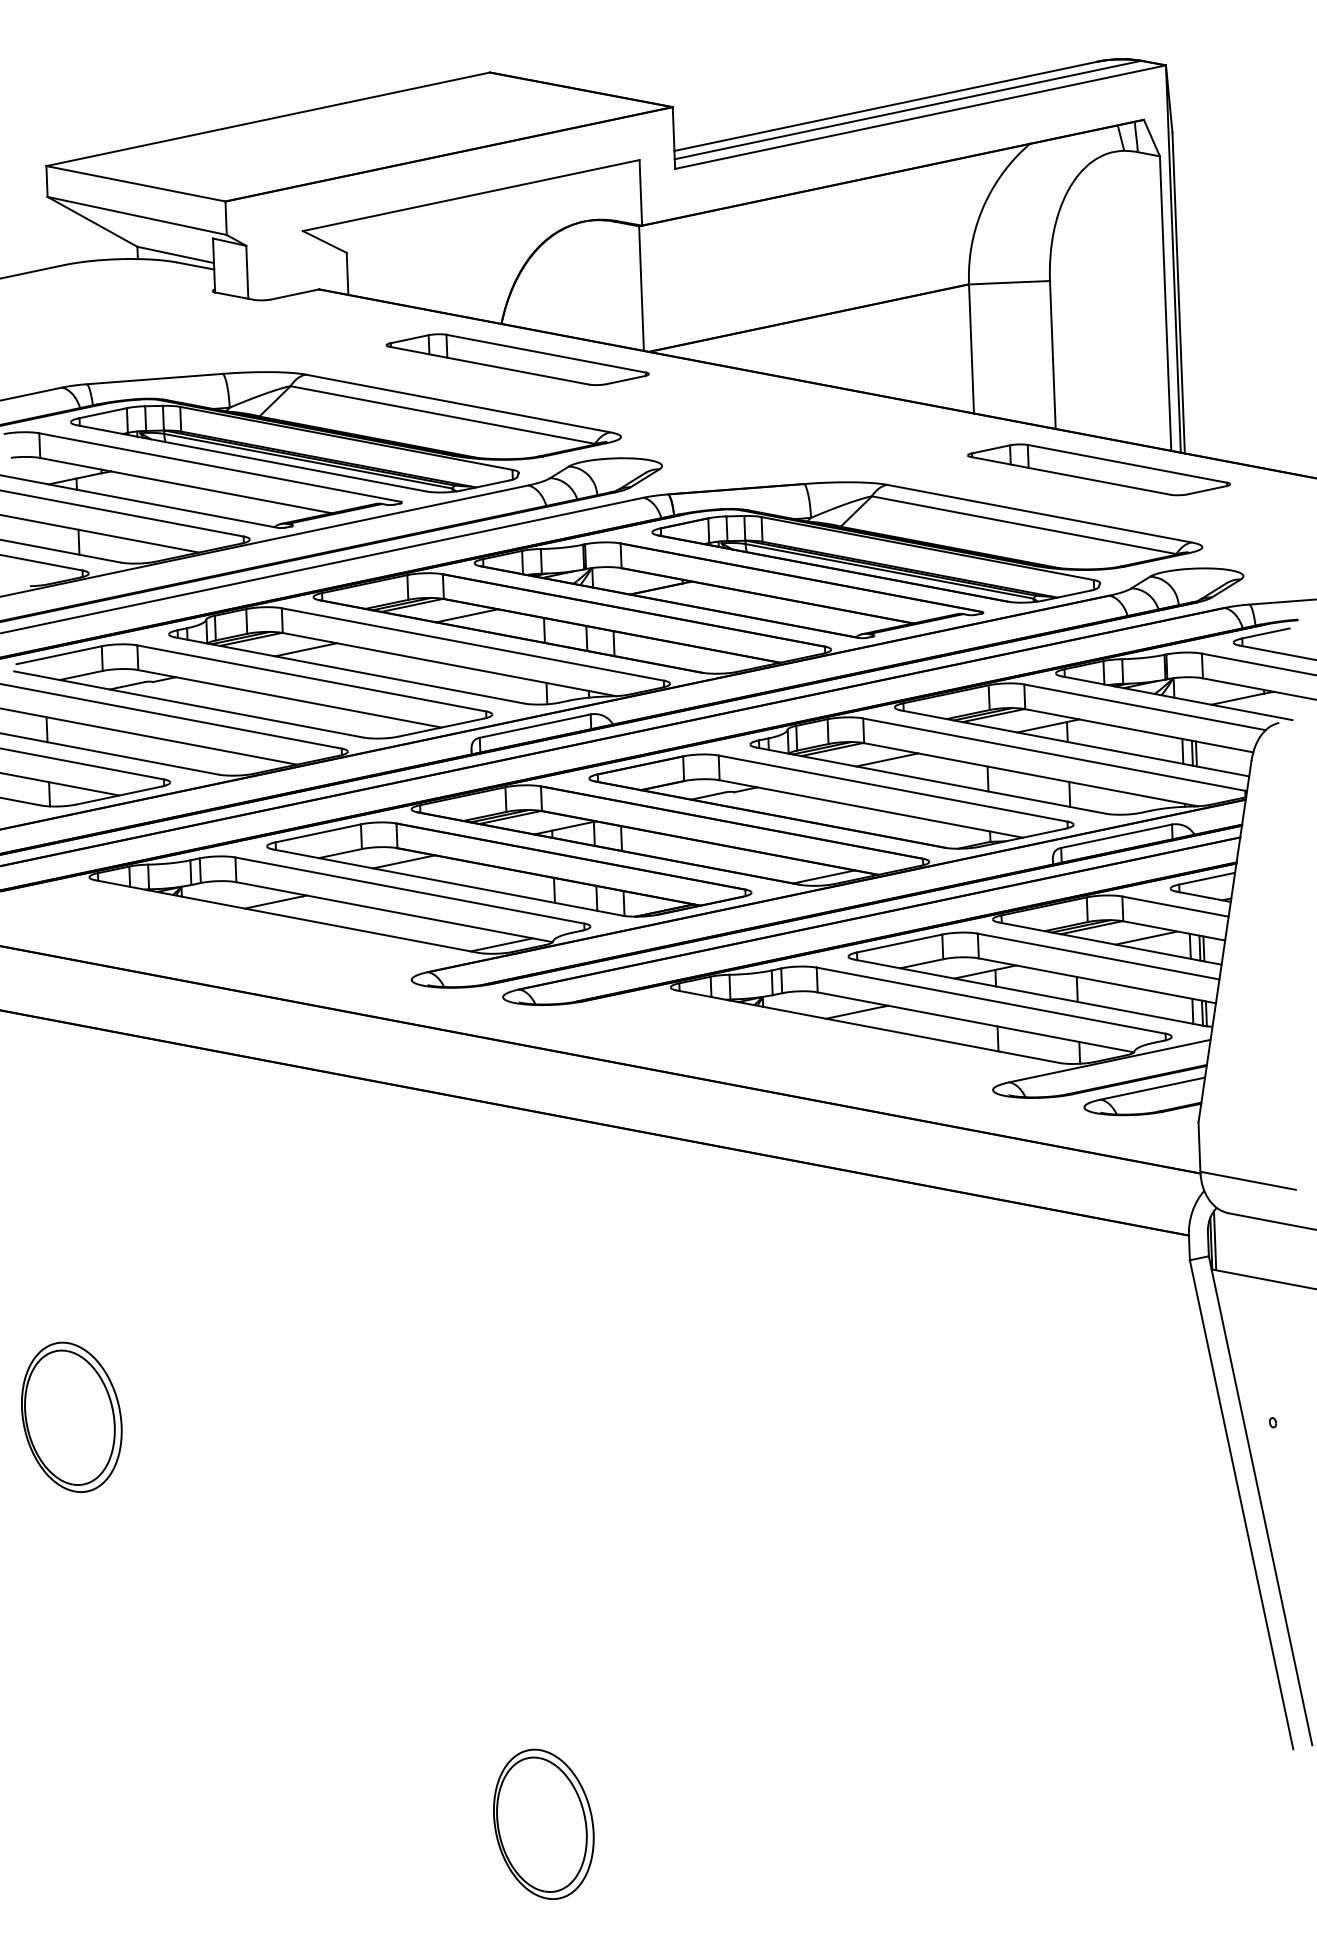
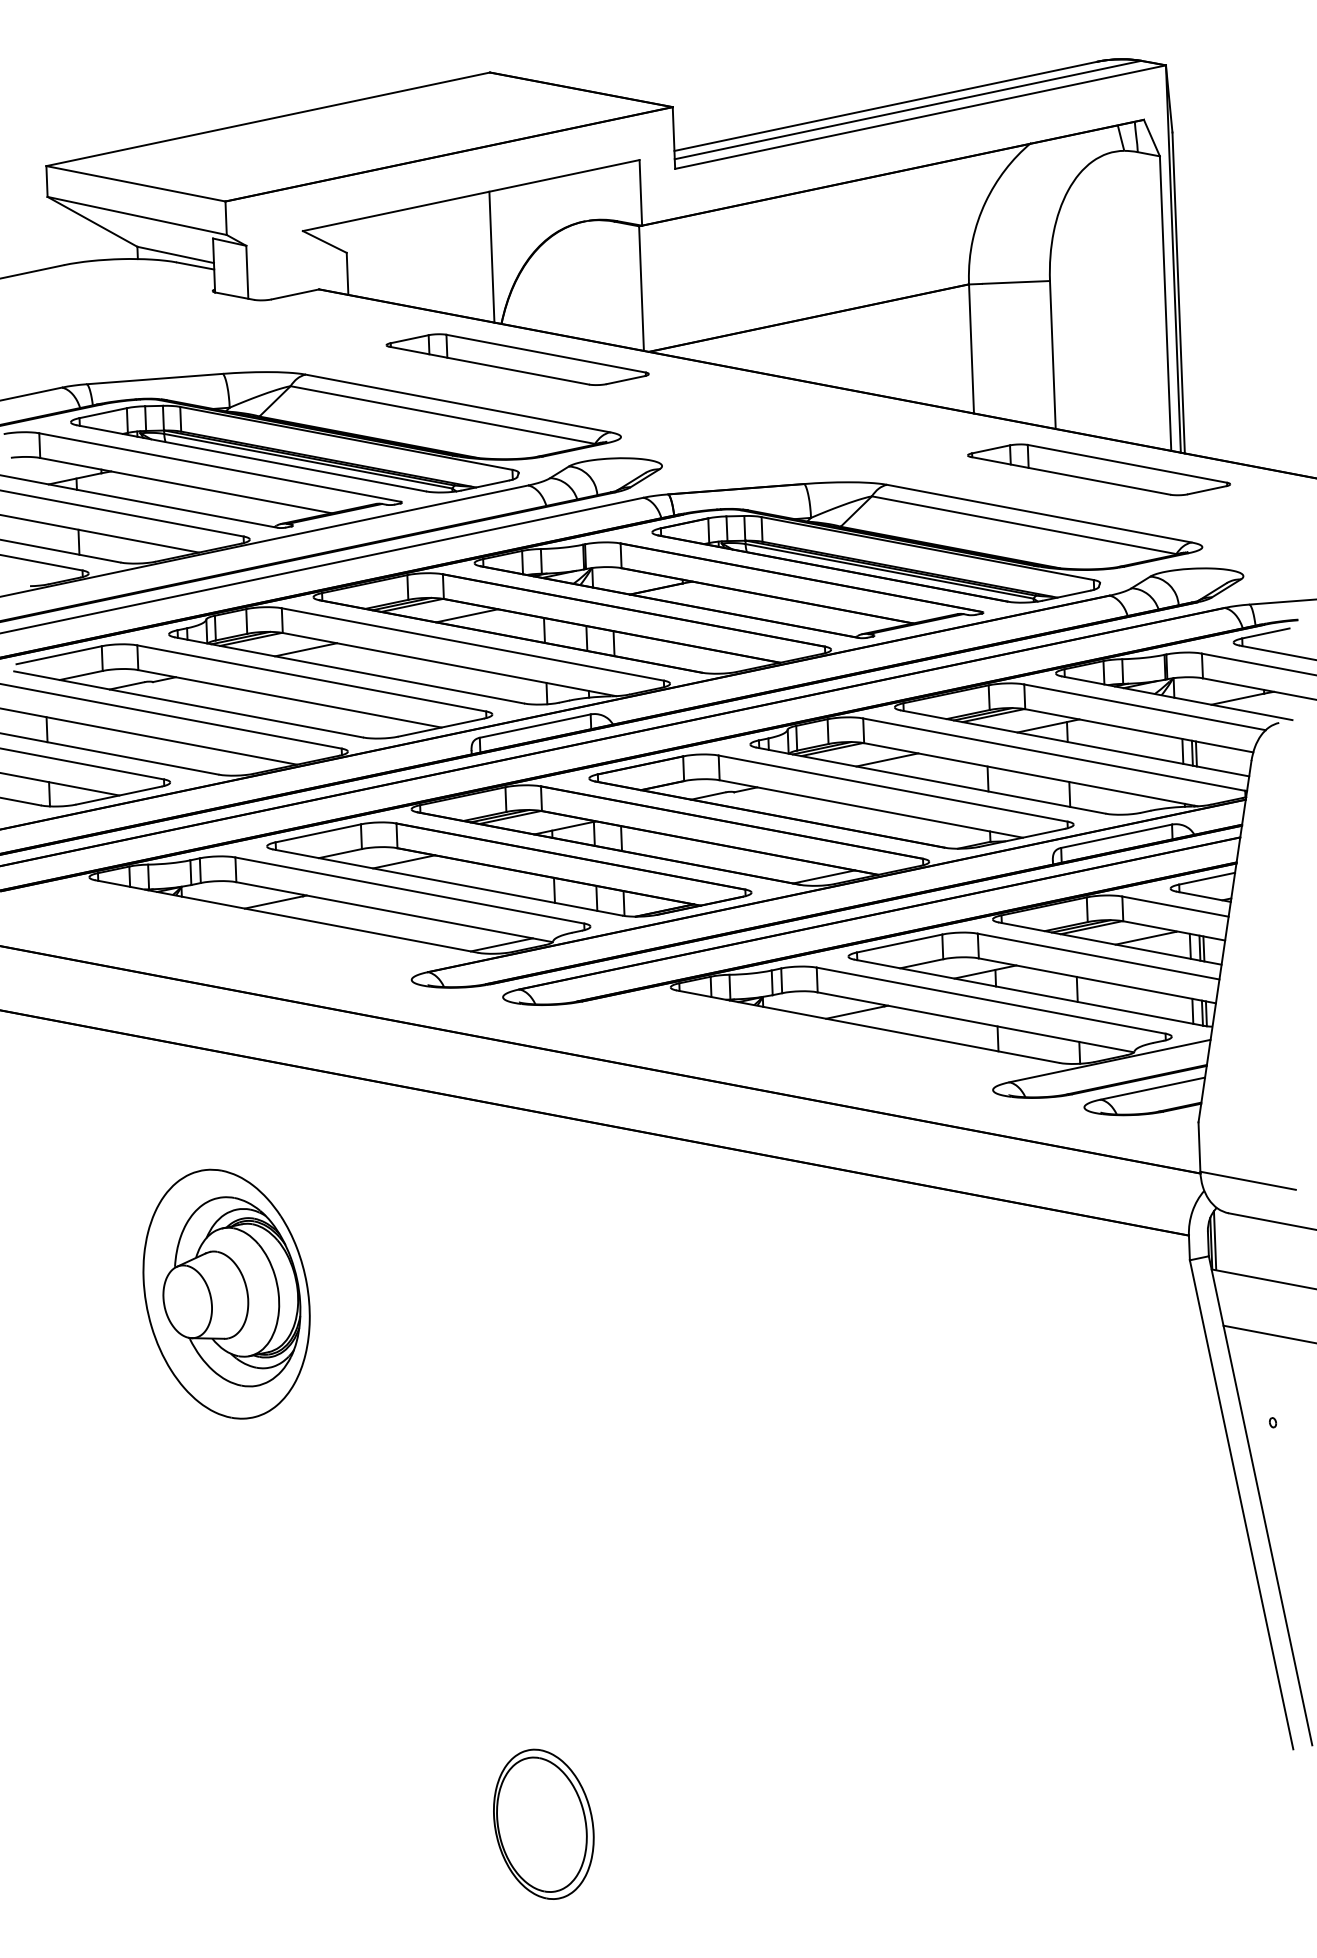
line at (491, 256): none -> present
part at (226, 1293): none -> present
line at (1268, 1333): none -> present
part at (71, 1416): present -> none
